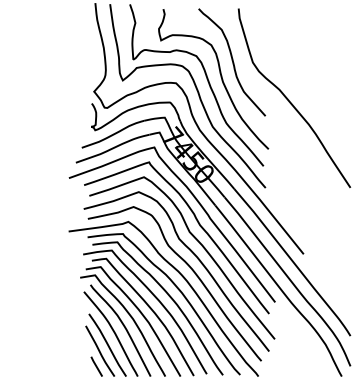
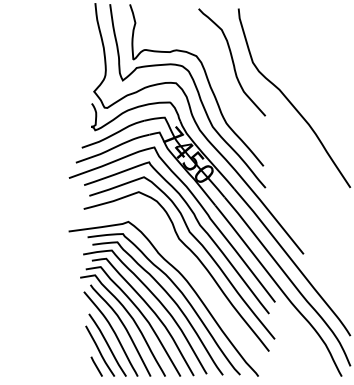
curve at (220, 77): present -> none
curve at (191, 270): present -> none
